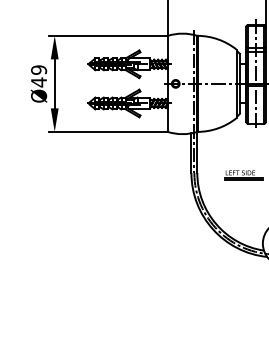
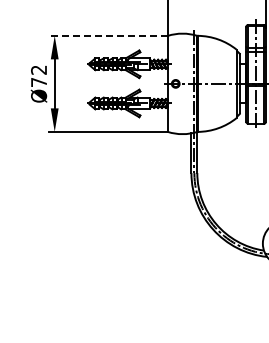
line at (108, 35): solid -> dashed
text at (39, 76): Ø49 -> Ø72
part at (243, 175): present -> none
